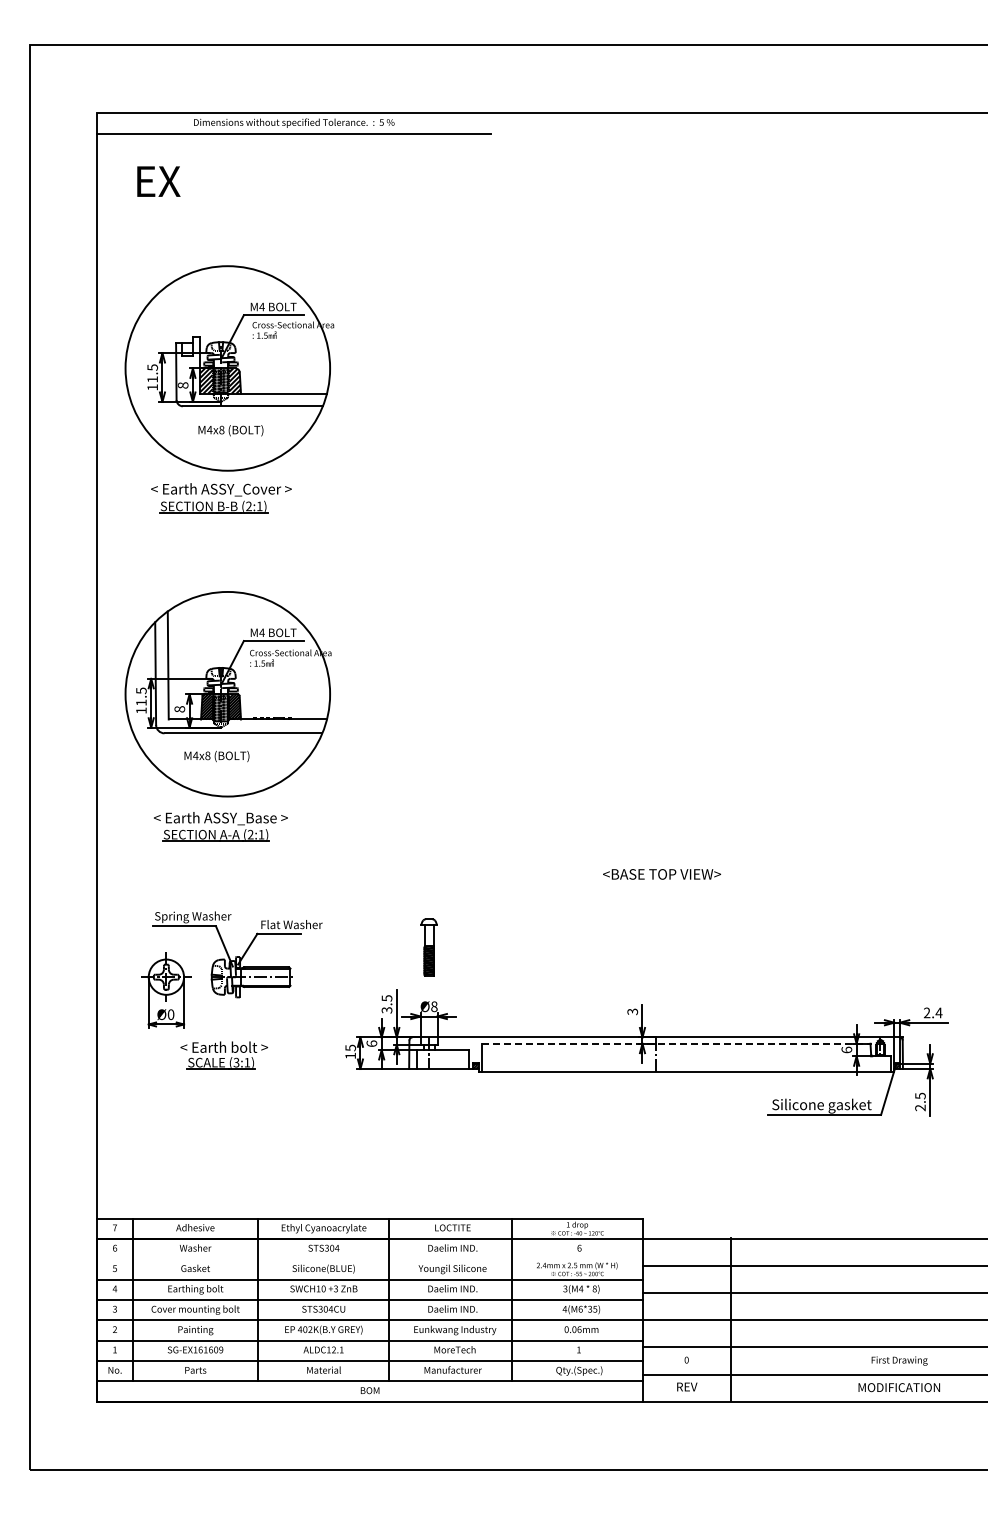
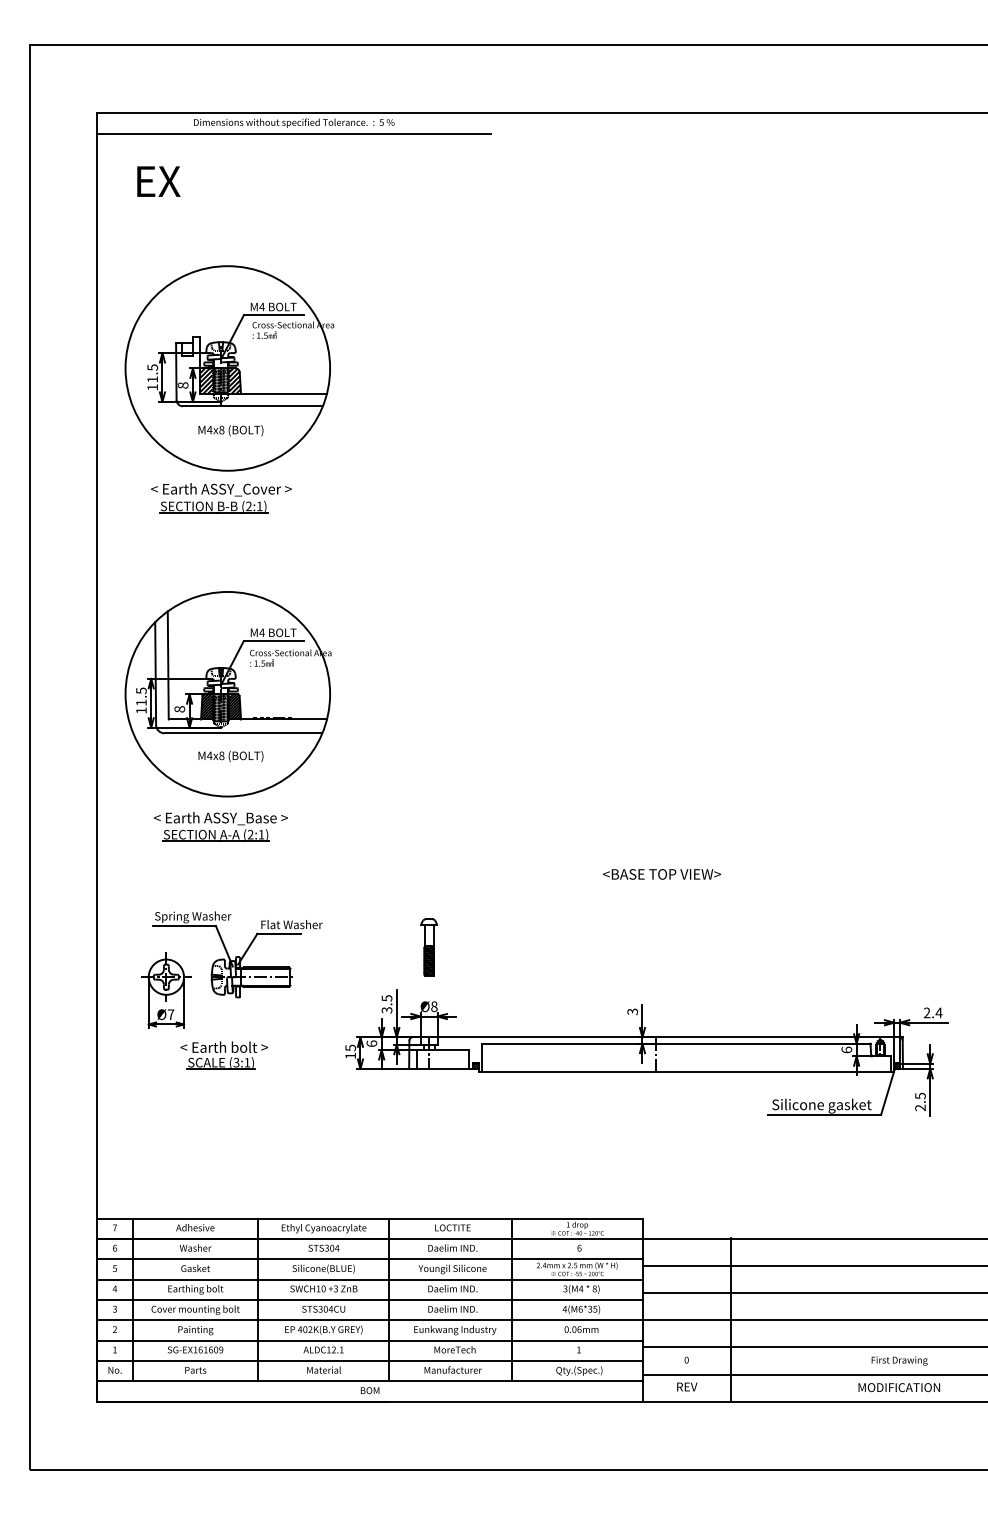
text at (216, 756) position: (216, 756) -> (230, 756)
text at (170, 1014): Ø0 -> Ø7
line at (676, 1043): dashed -> solid
line at (369, 1259): none -> present
